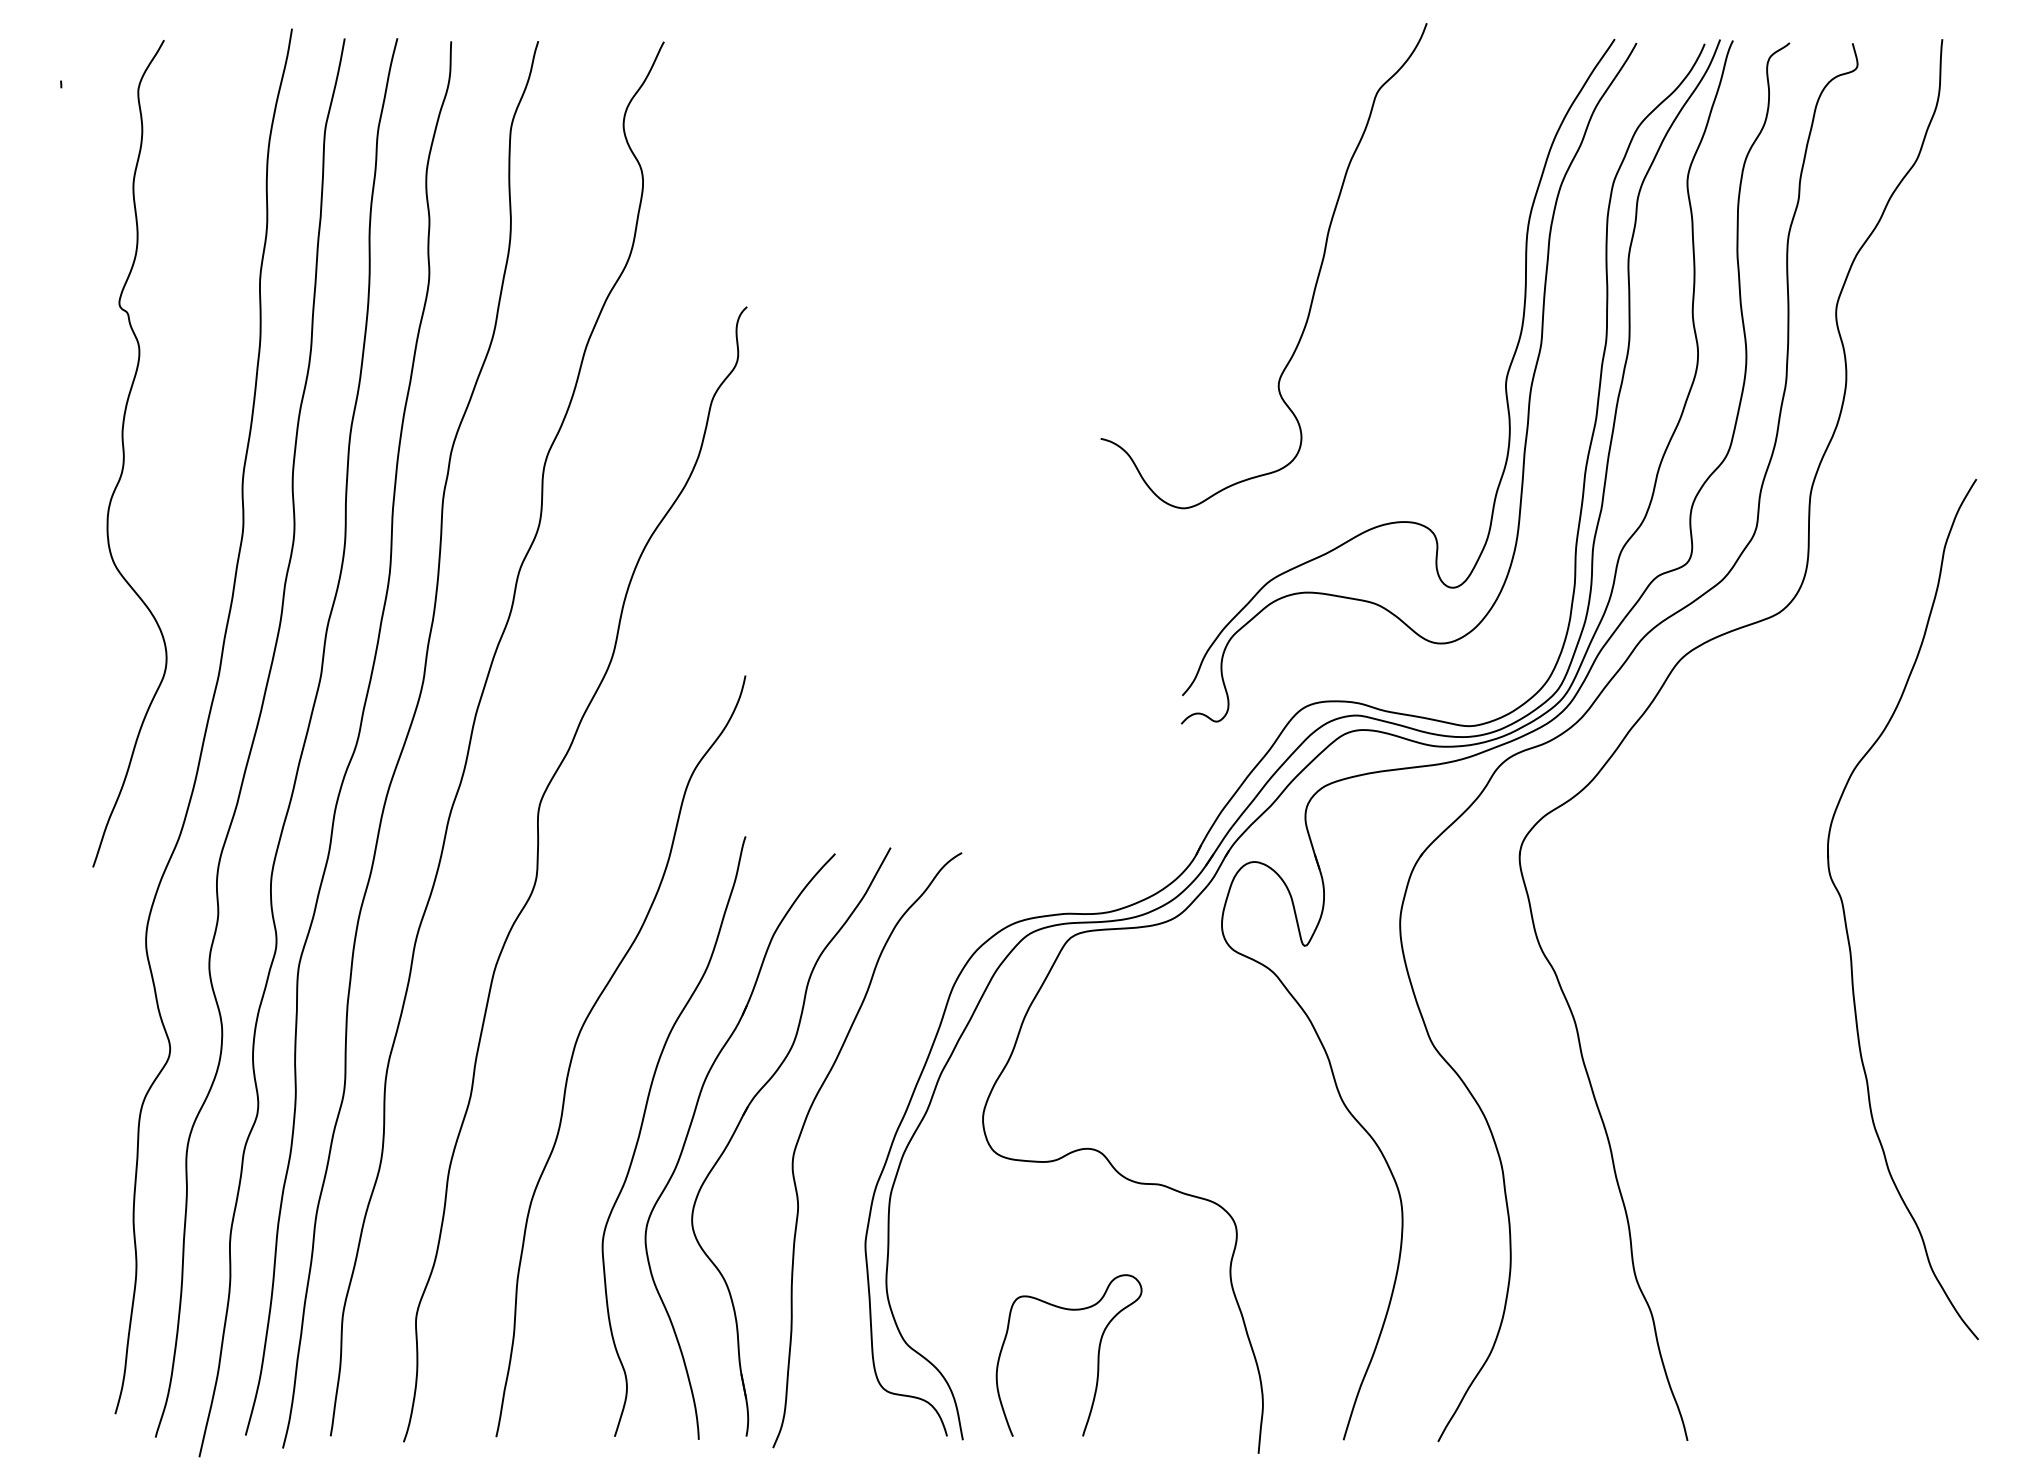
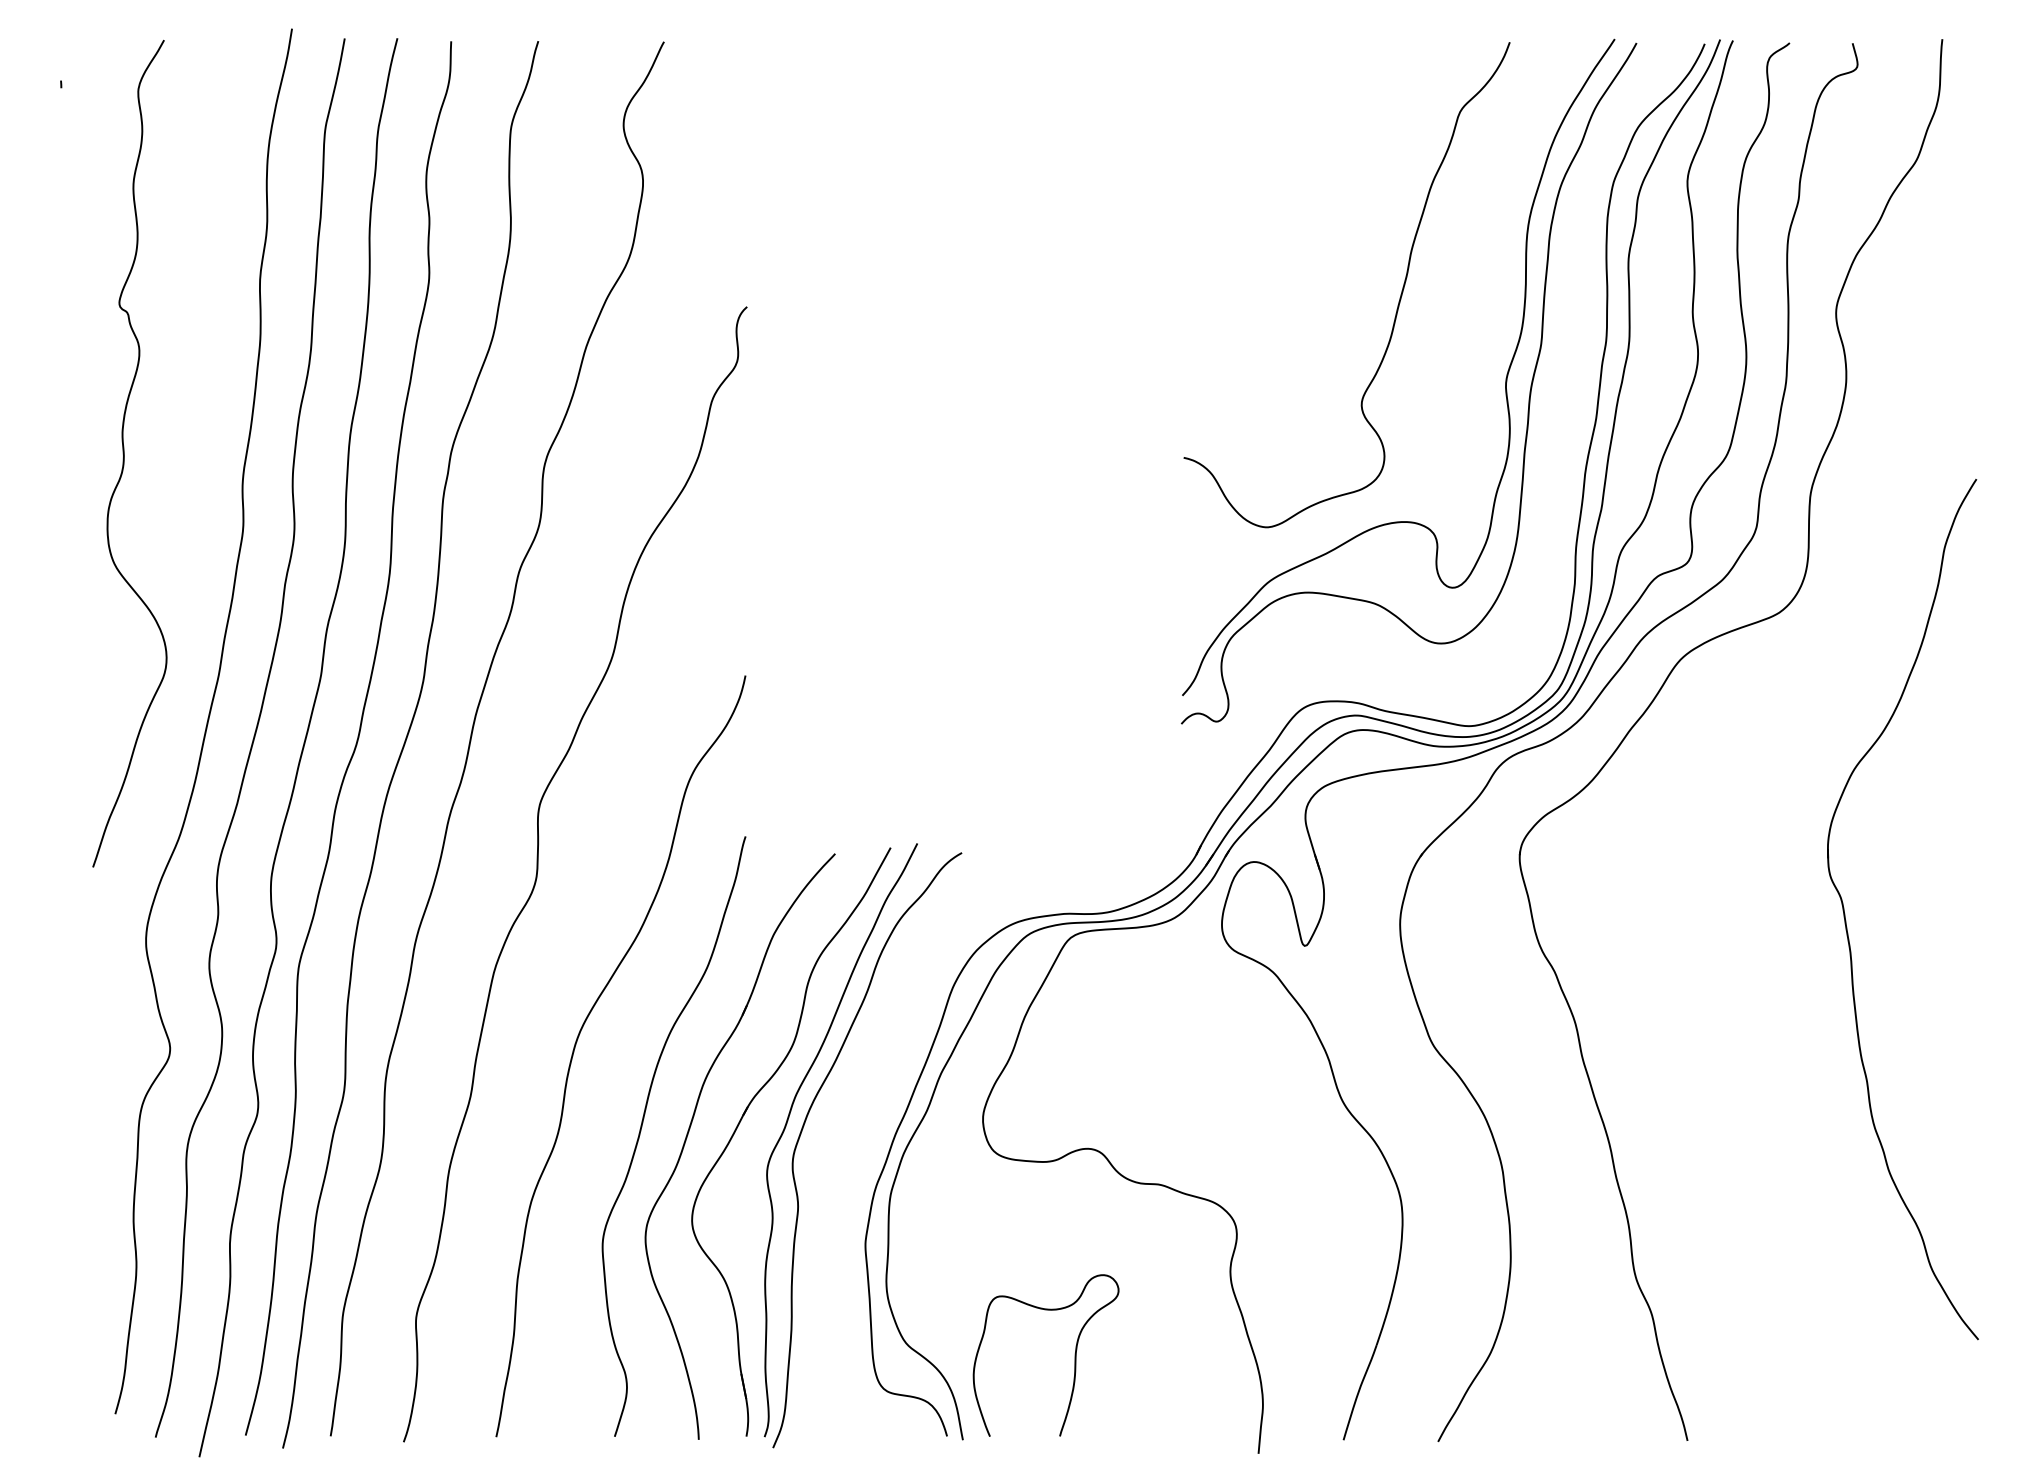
curve at (1316, 278) position: (1316, 278) -> (1399, 297)
curve at (788, 1121): none -> present
curve at (1097, 1355) position: (1097, 1355) -> (1074, 1355)
